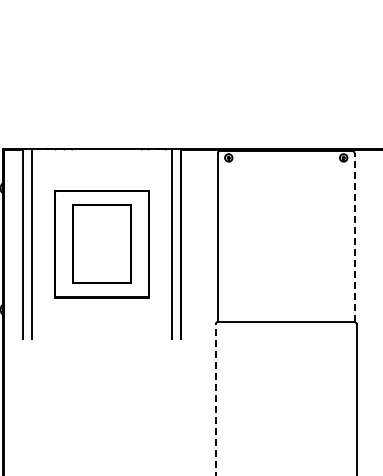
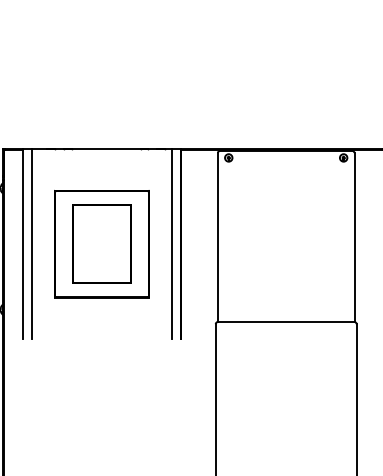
line at (354, 237): dashed -> solid
line at (215, 399): dashed -> solid
